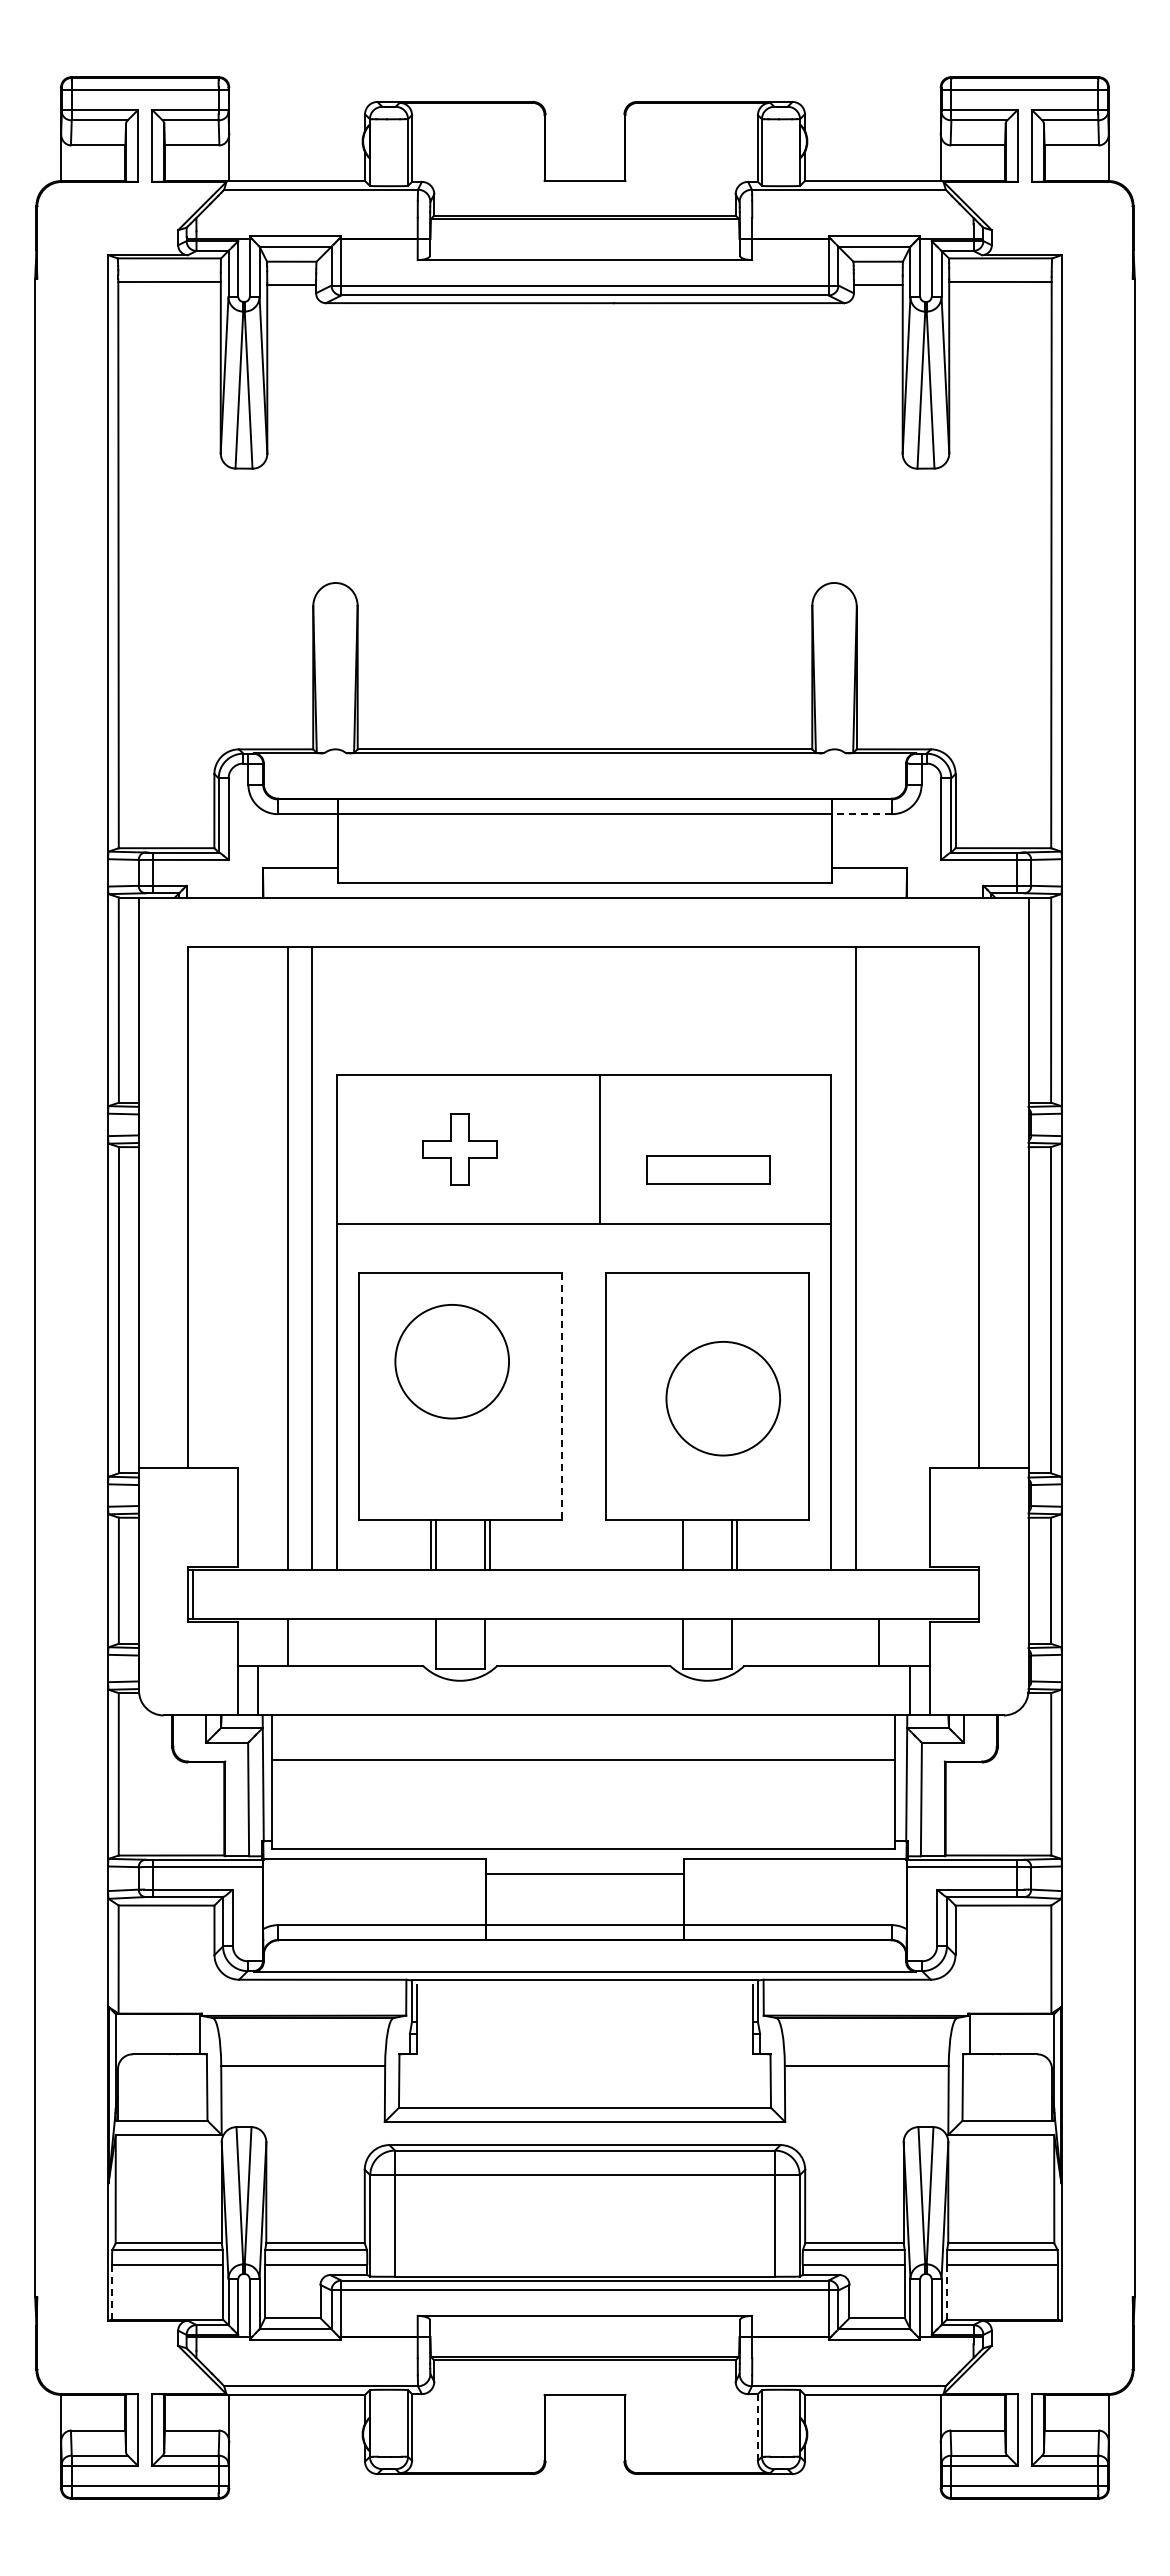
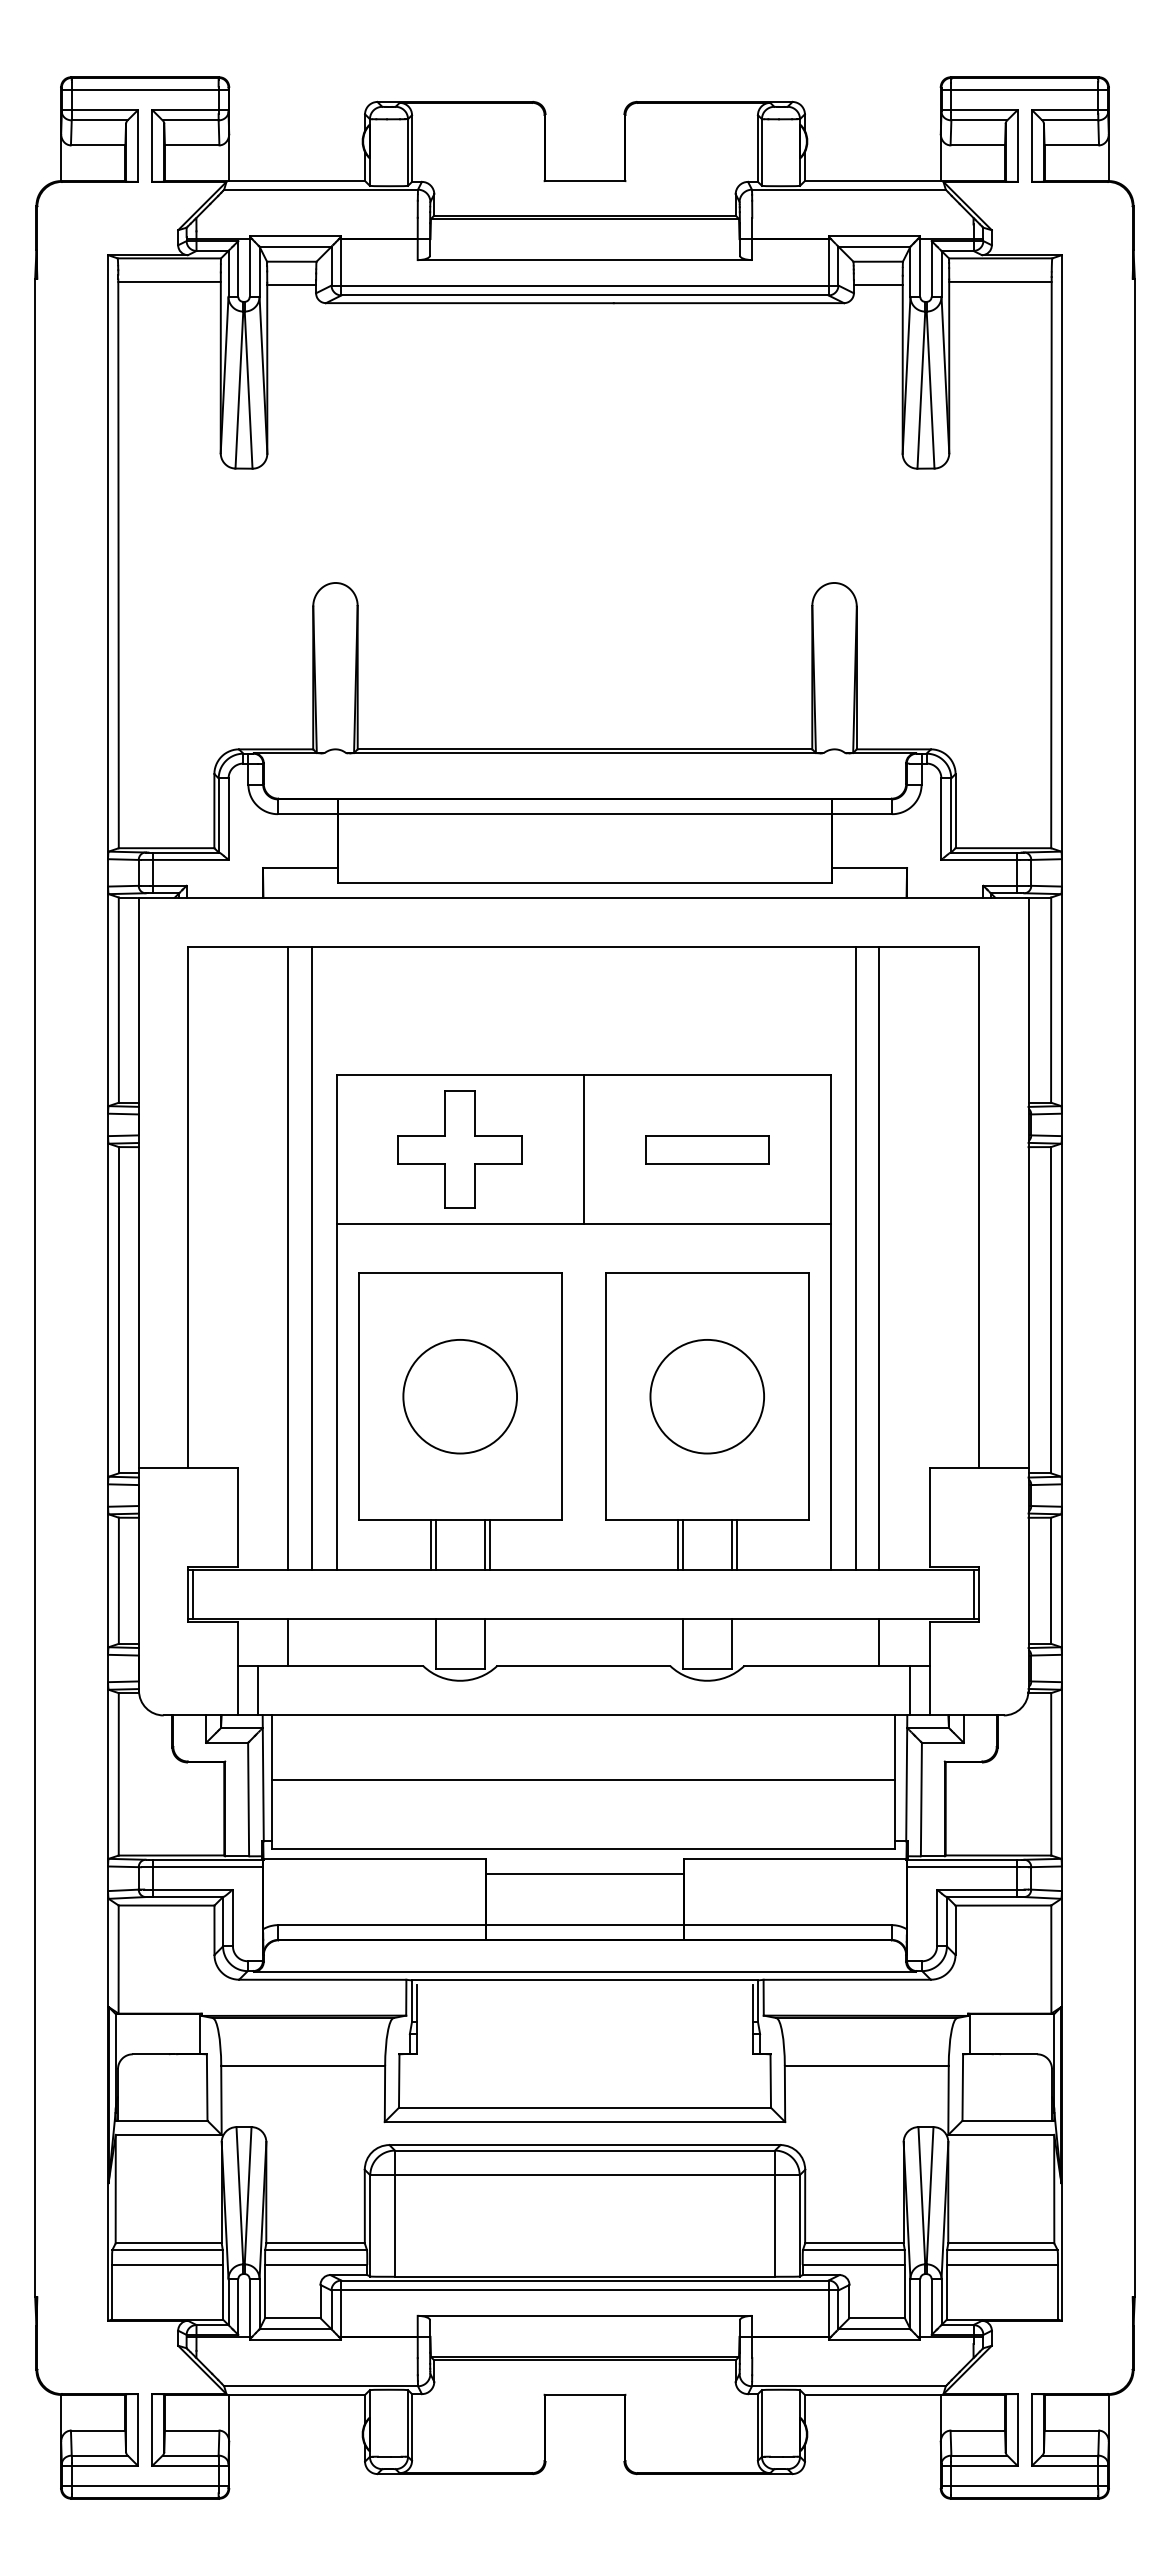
line at (862, 814): dashed -> solid
part at (459, 1149) size: 76x73 px -> 126x119 px
line at (599, 1149) position: (599, 1149) -> (583, 1149)
part at (708, 1169) position: (708, 1169) -> (707, 1149)
line at (879, 1258): none -> present
circle at (451, 1361) position: (451, 1361) -> (459, 1396)
line at (561, 1396): dashed -> solid
circle at (722, 1398) position: (722, 1398) -> (706, 1396)
line at (677, 1544): none -> present
line at (974, 1594): none -> present
line at (583, 1759) position: (583, 1759) -> (583, 1779)
line at (112, 2291): dashed -> solid
line at (947, 2291): dashed -> solid
line at (757, 2427): dashed -> solid
